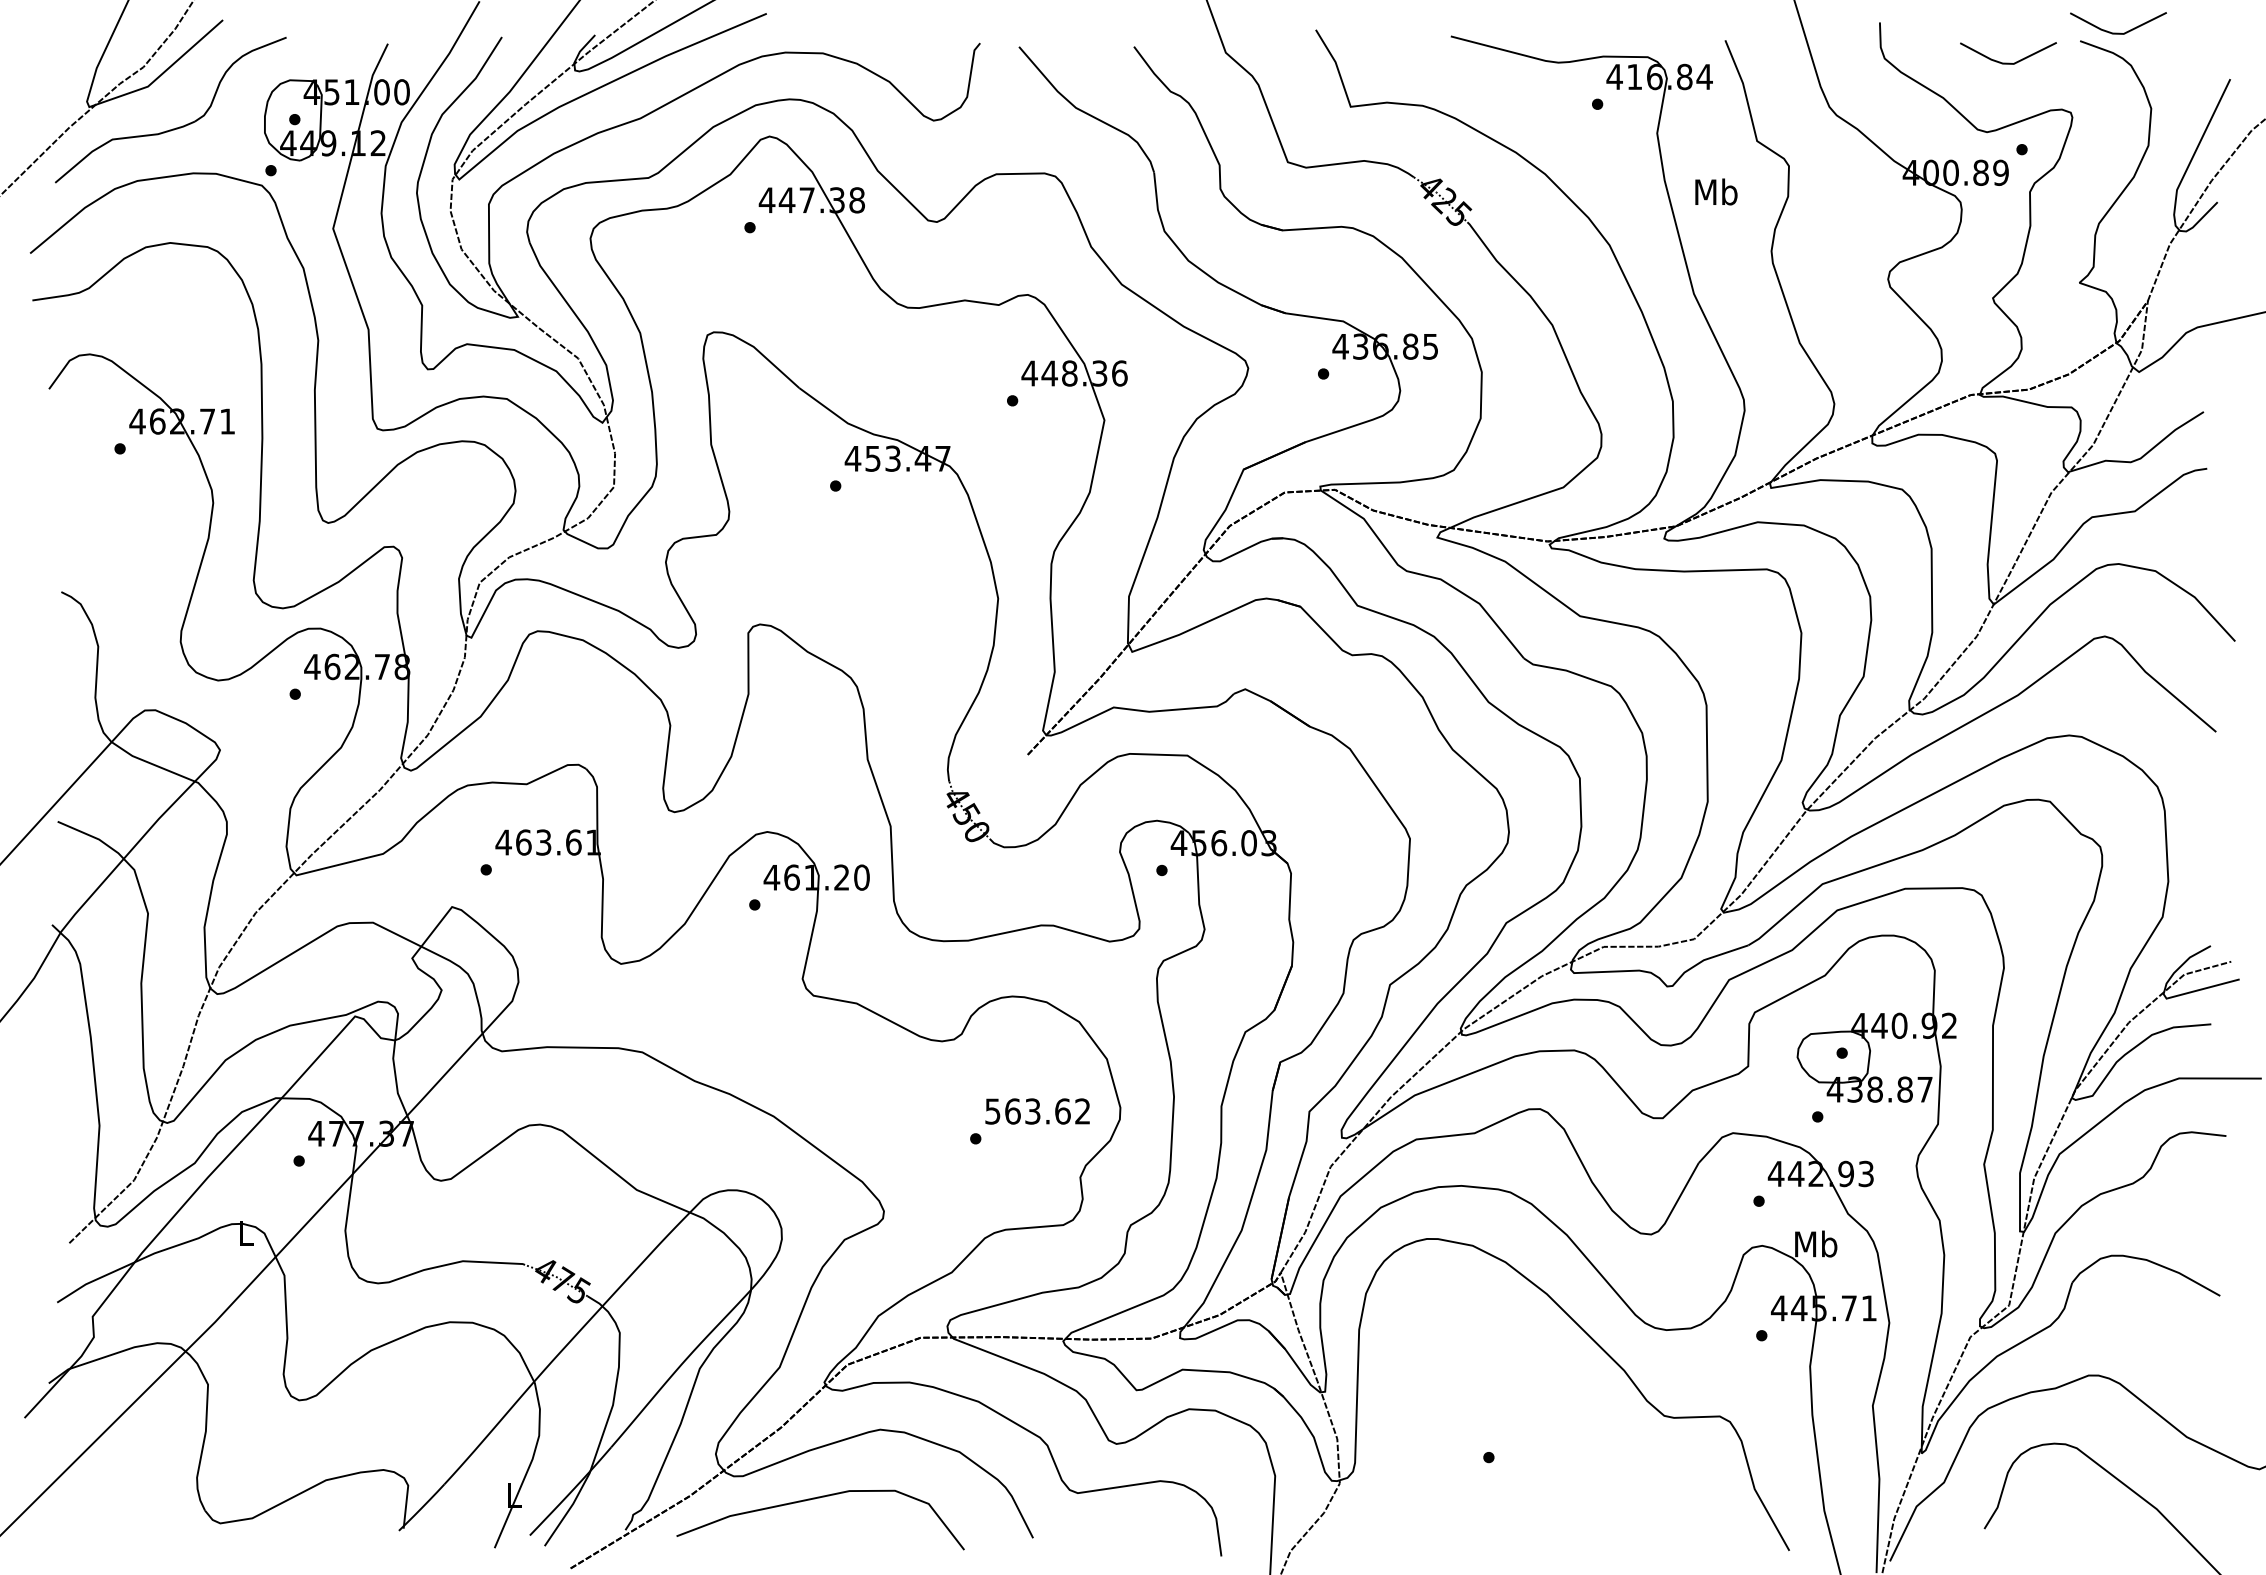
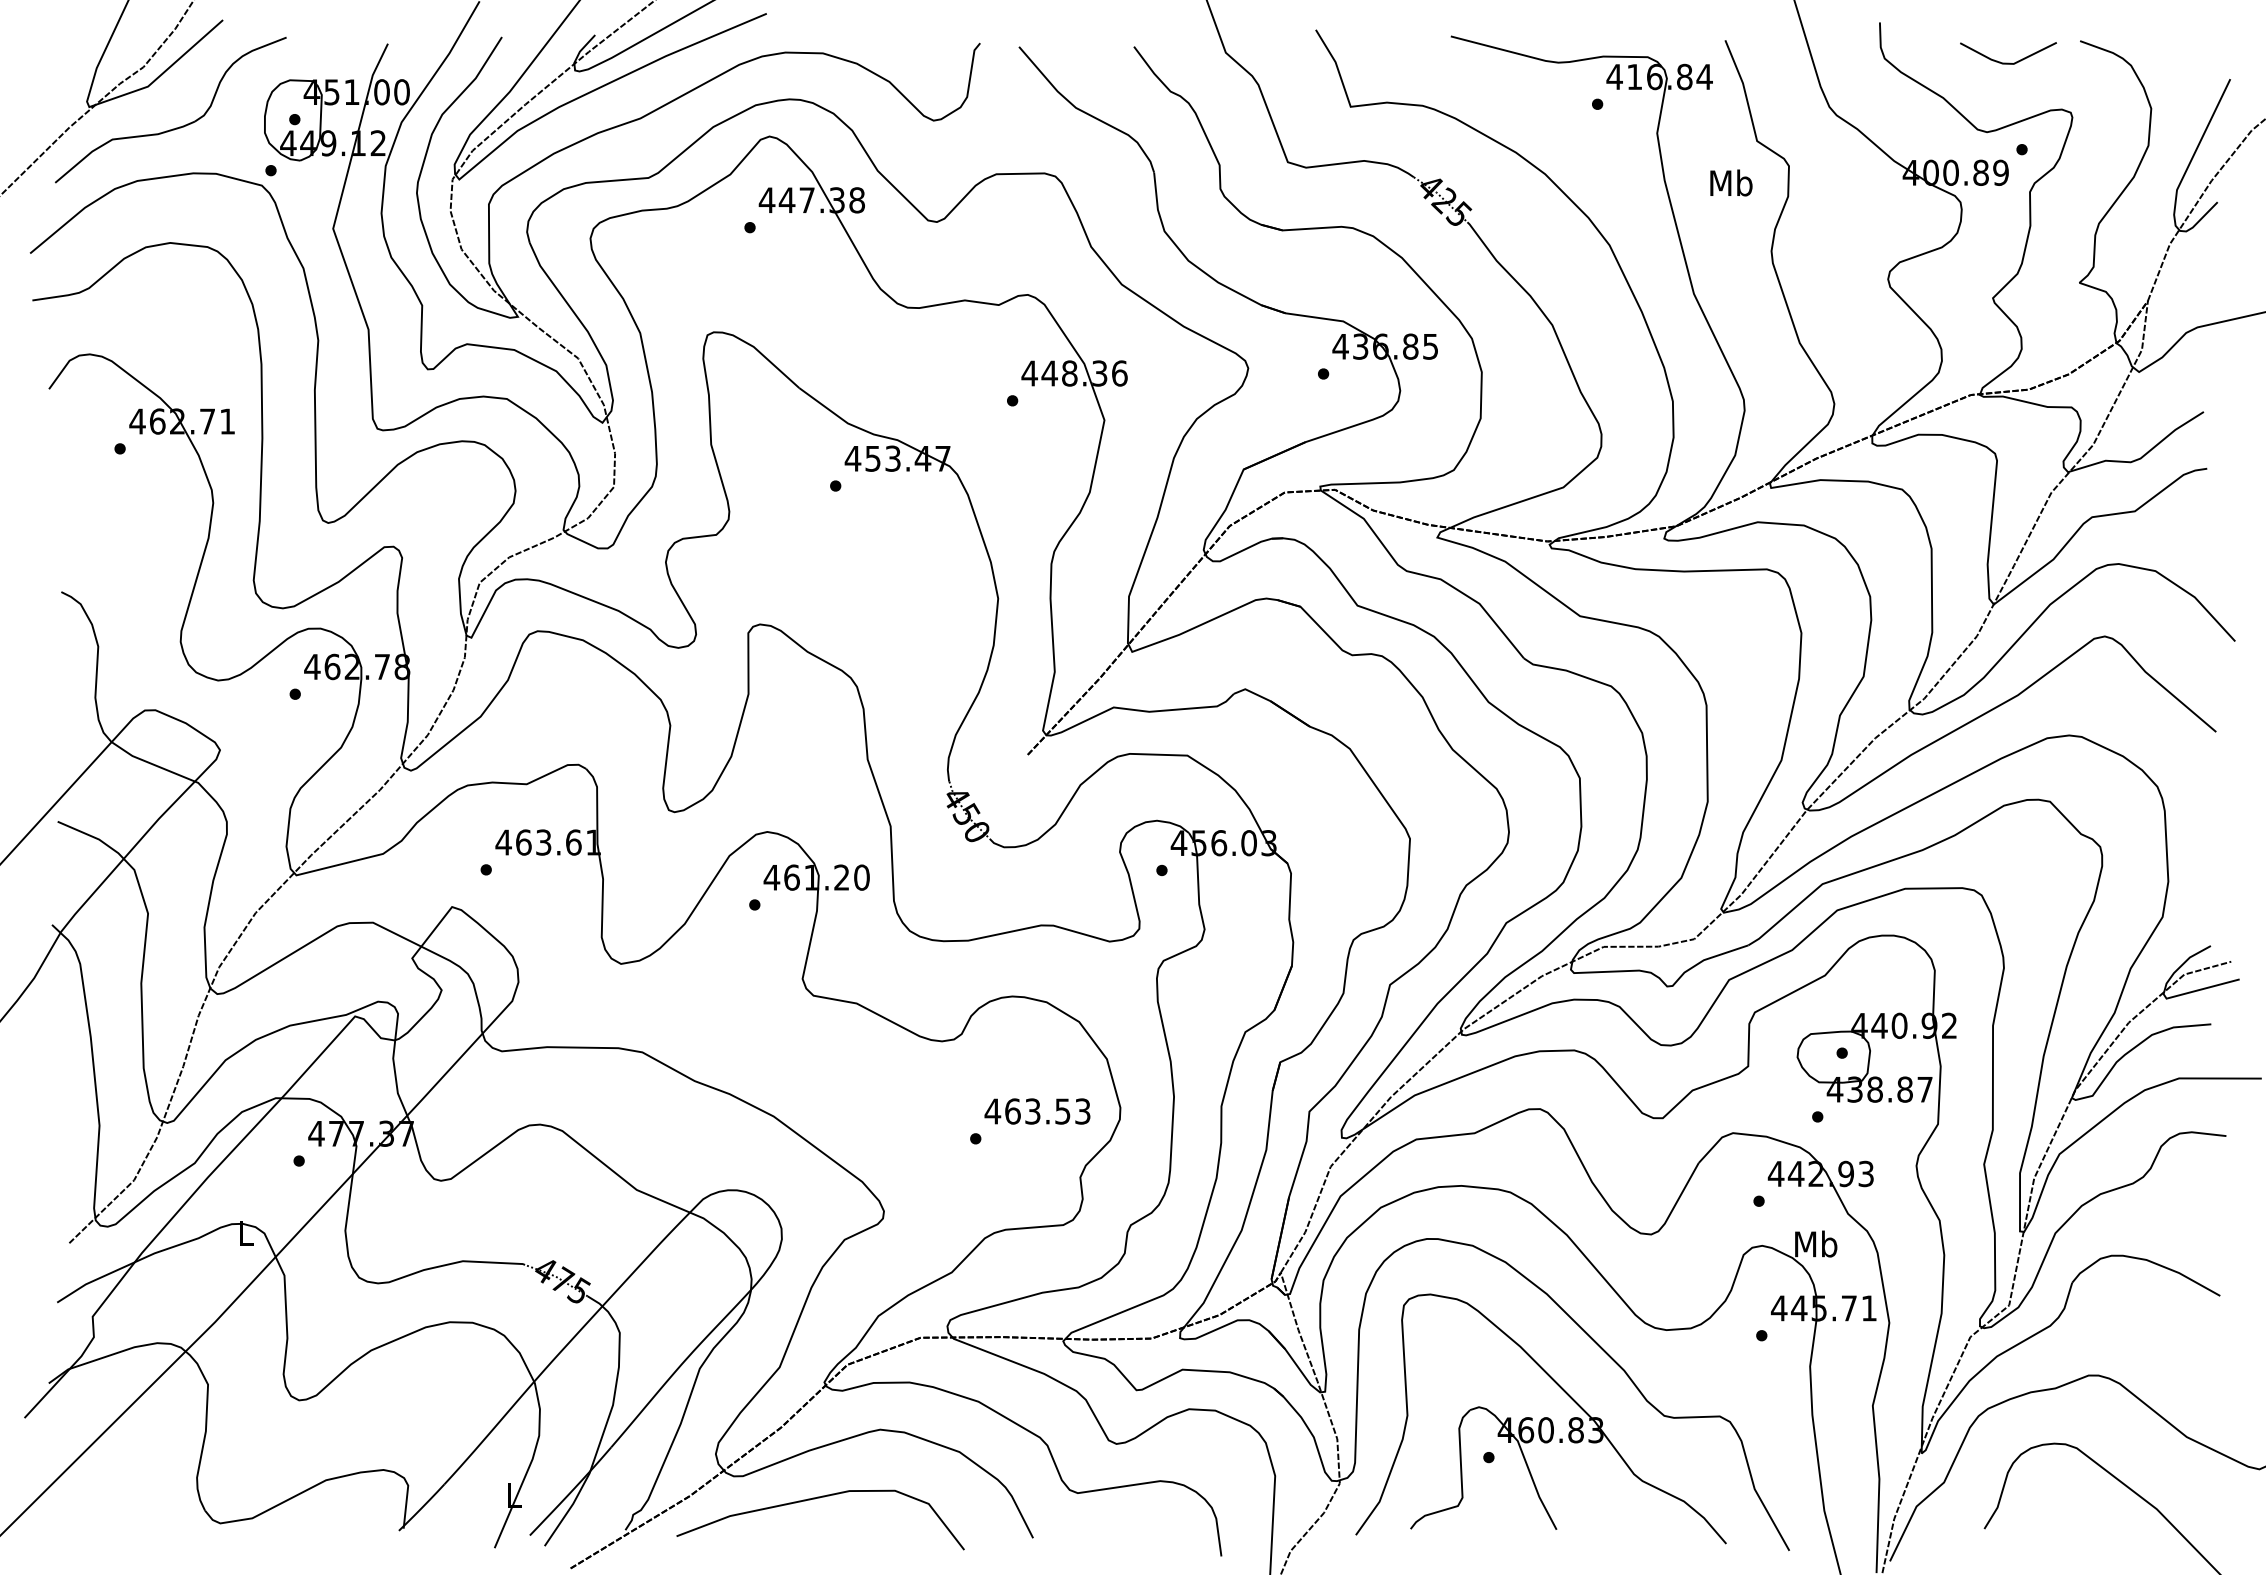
line at (2118, 32): present -> none
text at (1716, 191) position: (1716, 191) -> (1731, 182)
text at (1037, 1111): 563.62 -> 463.53
part at (1540, 1418): none -> present
